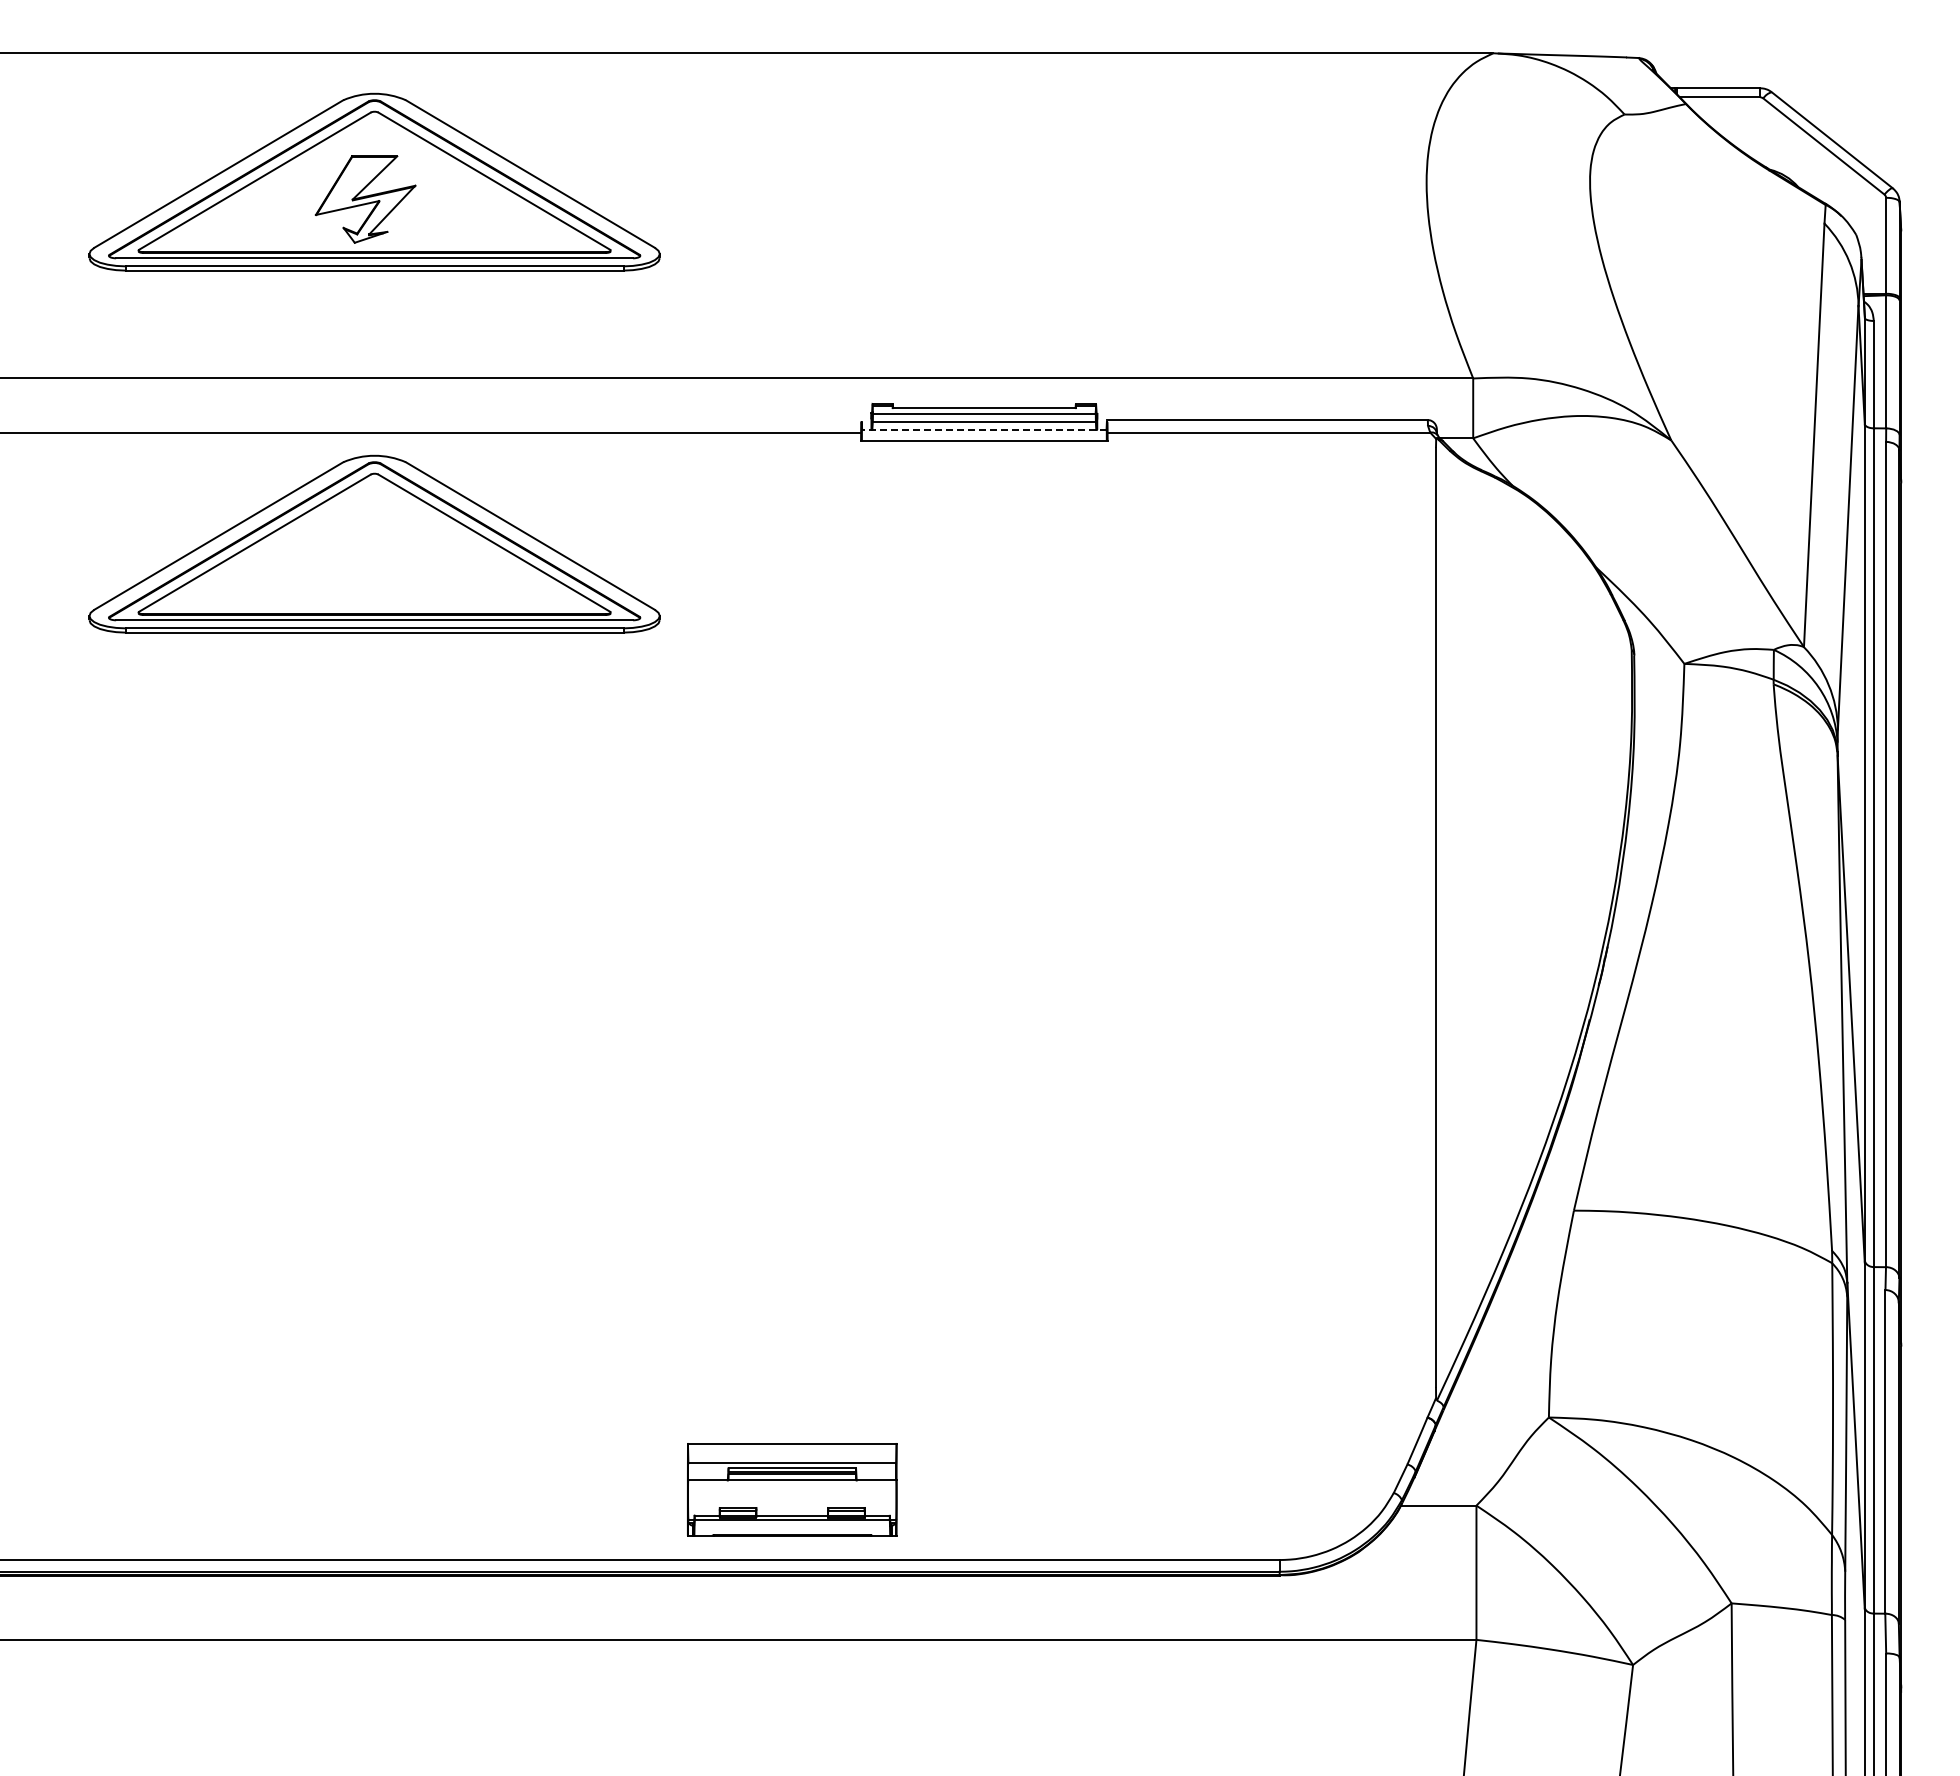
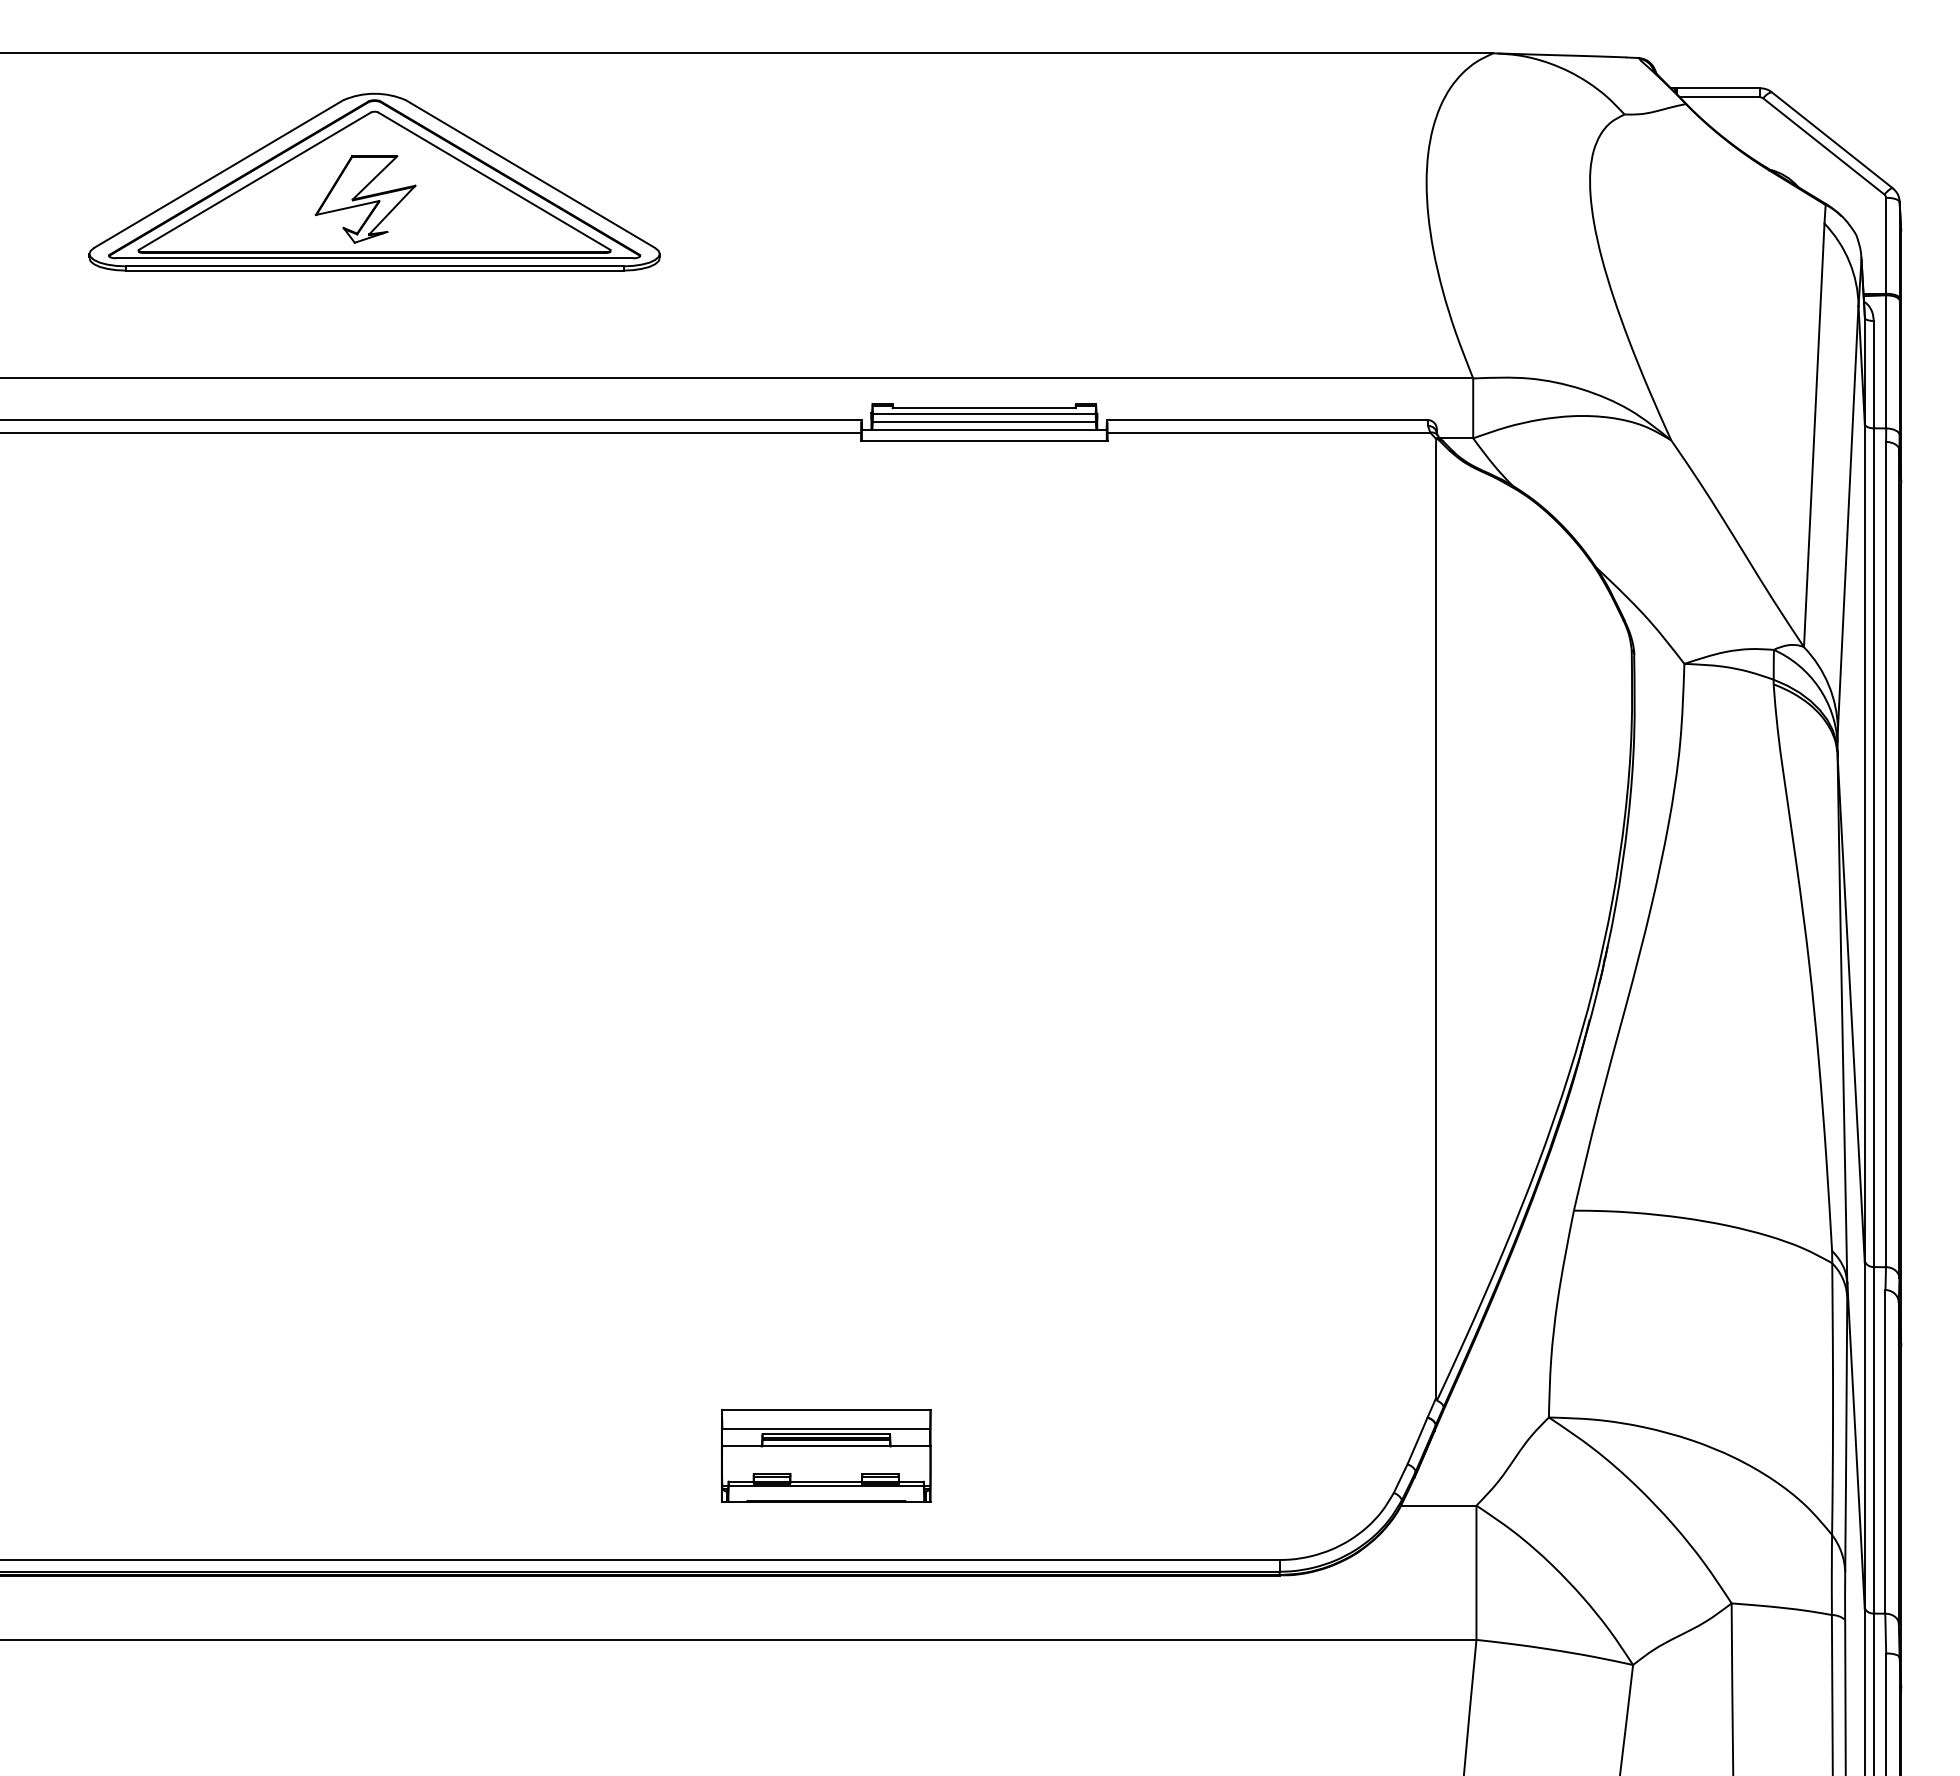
line at (431, 420): none -> present
line at (983, 429): dashed -> solid
part at (374, 543): present -> none
part at (792, 1489) position: (792, 1489) -> (826, 1455)
